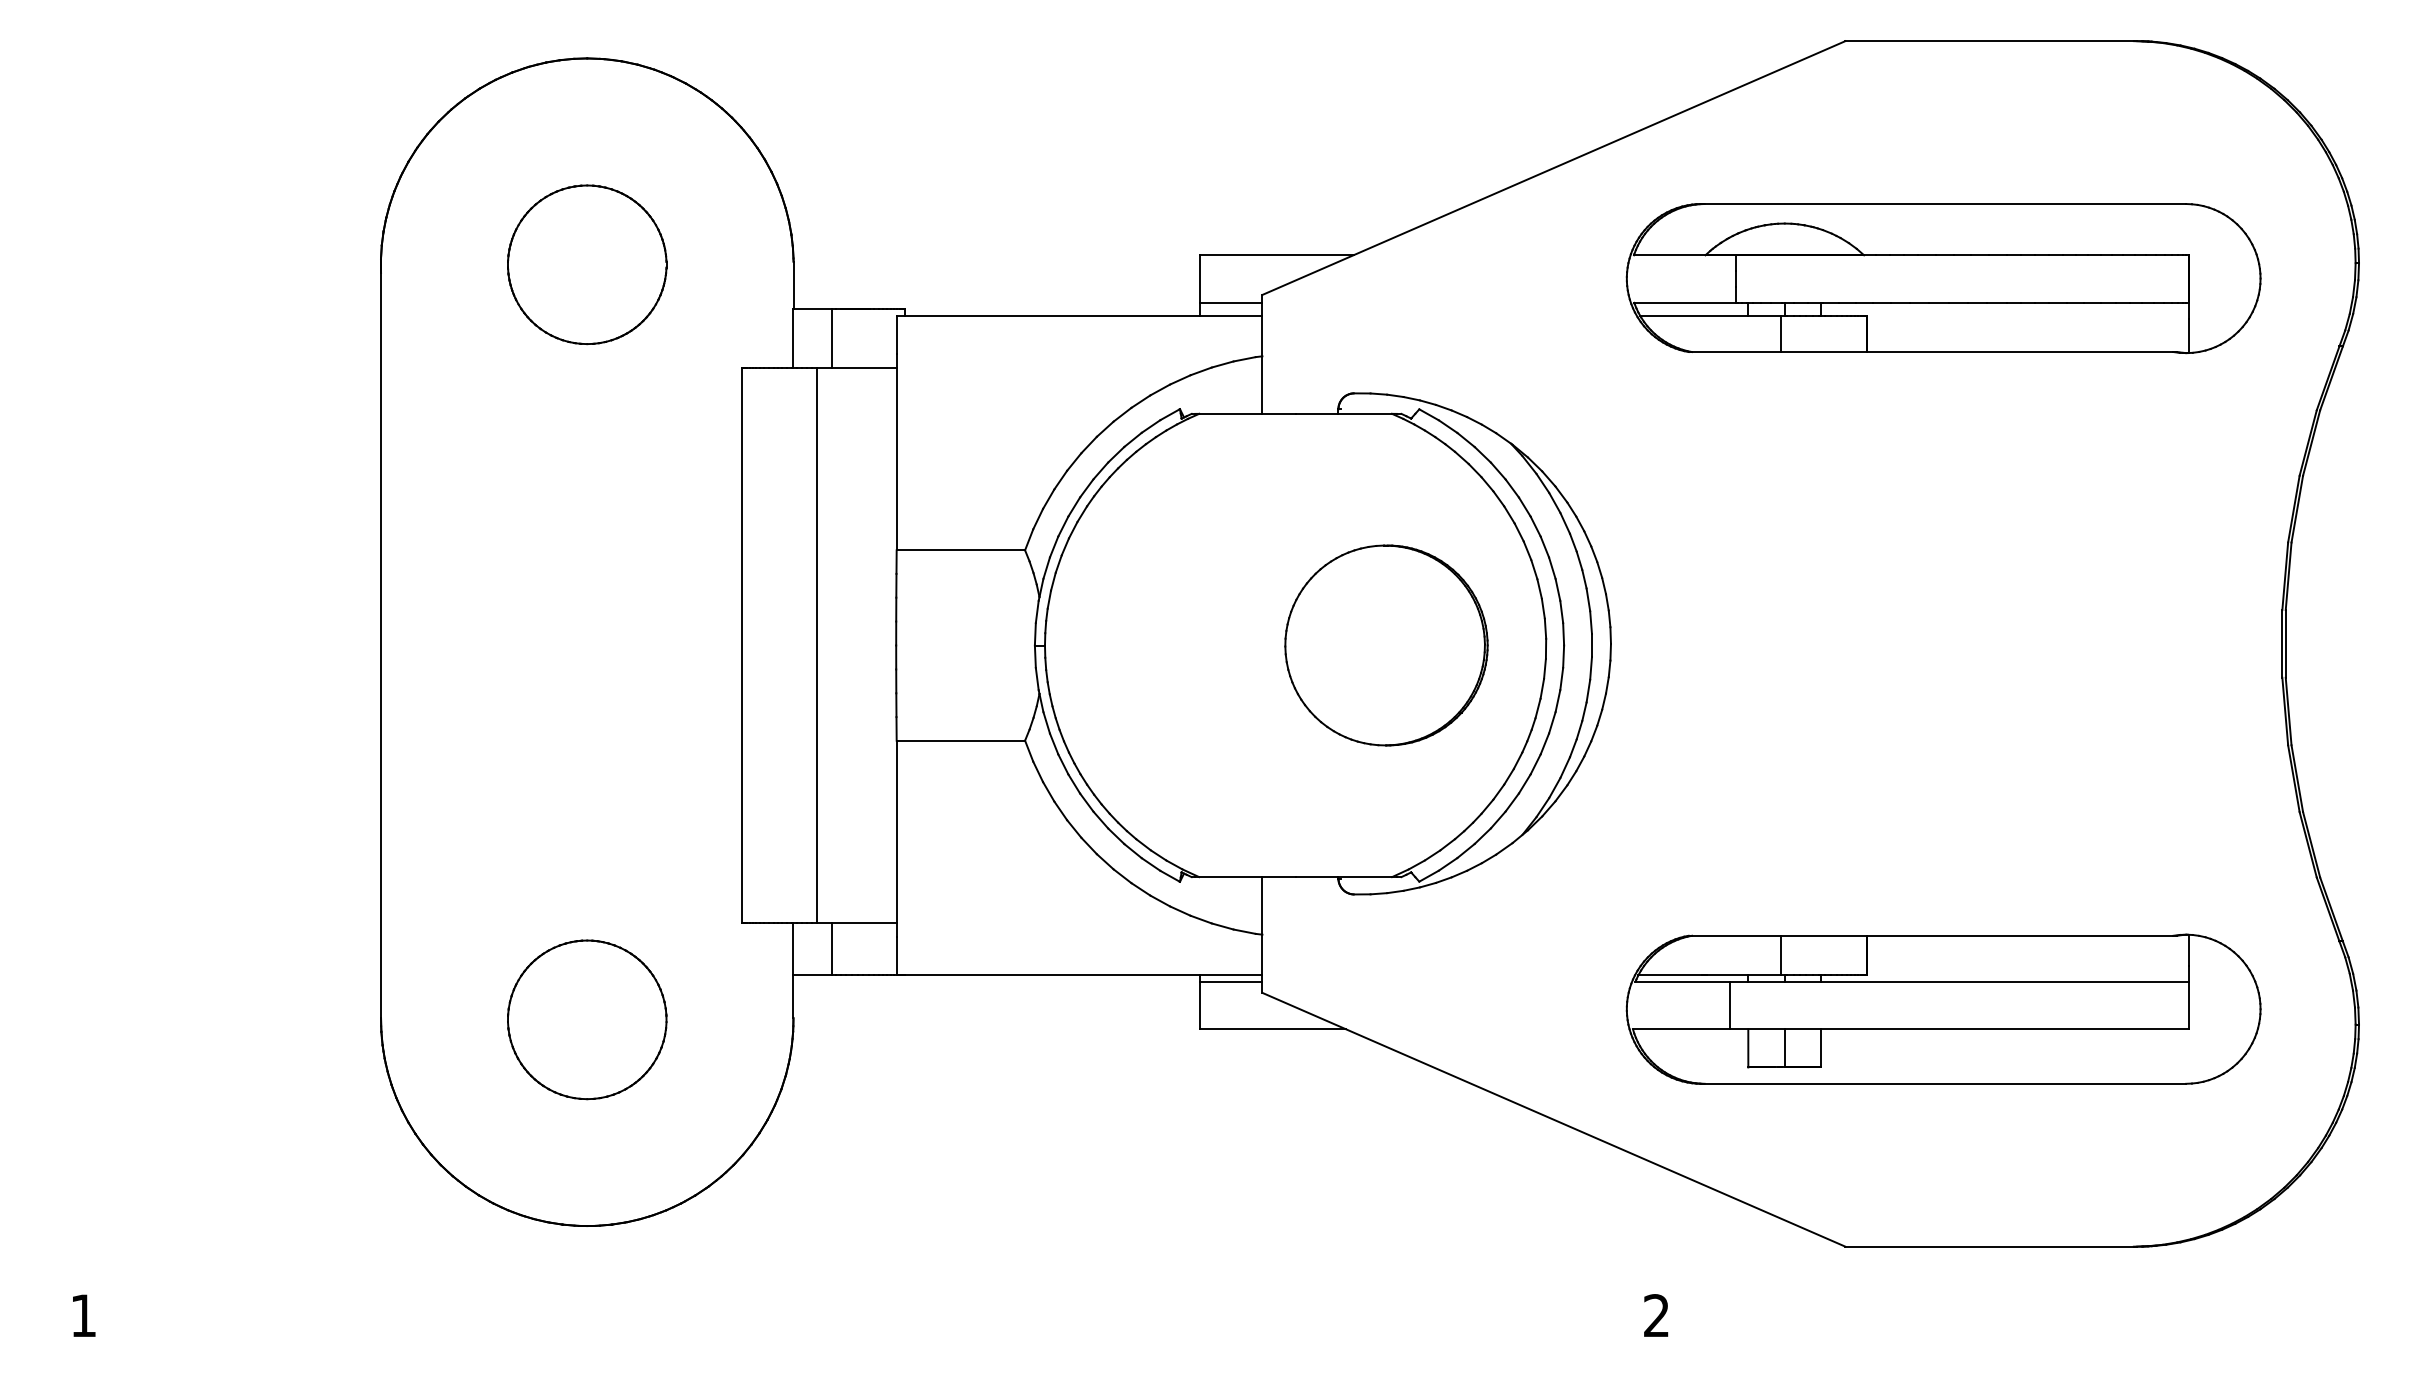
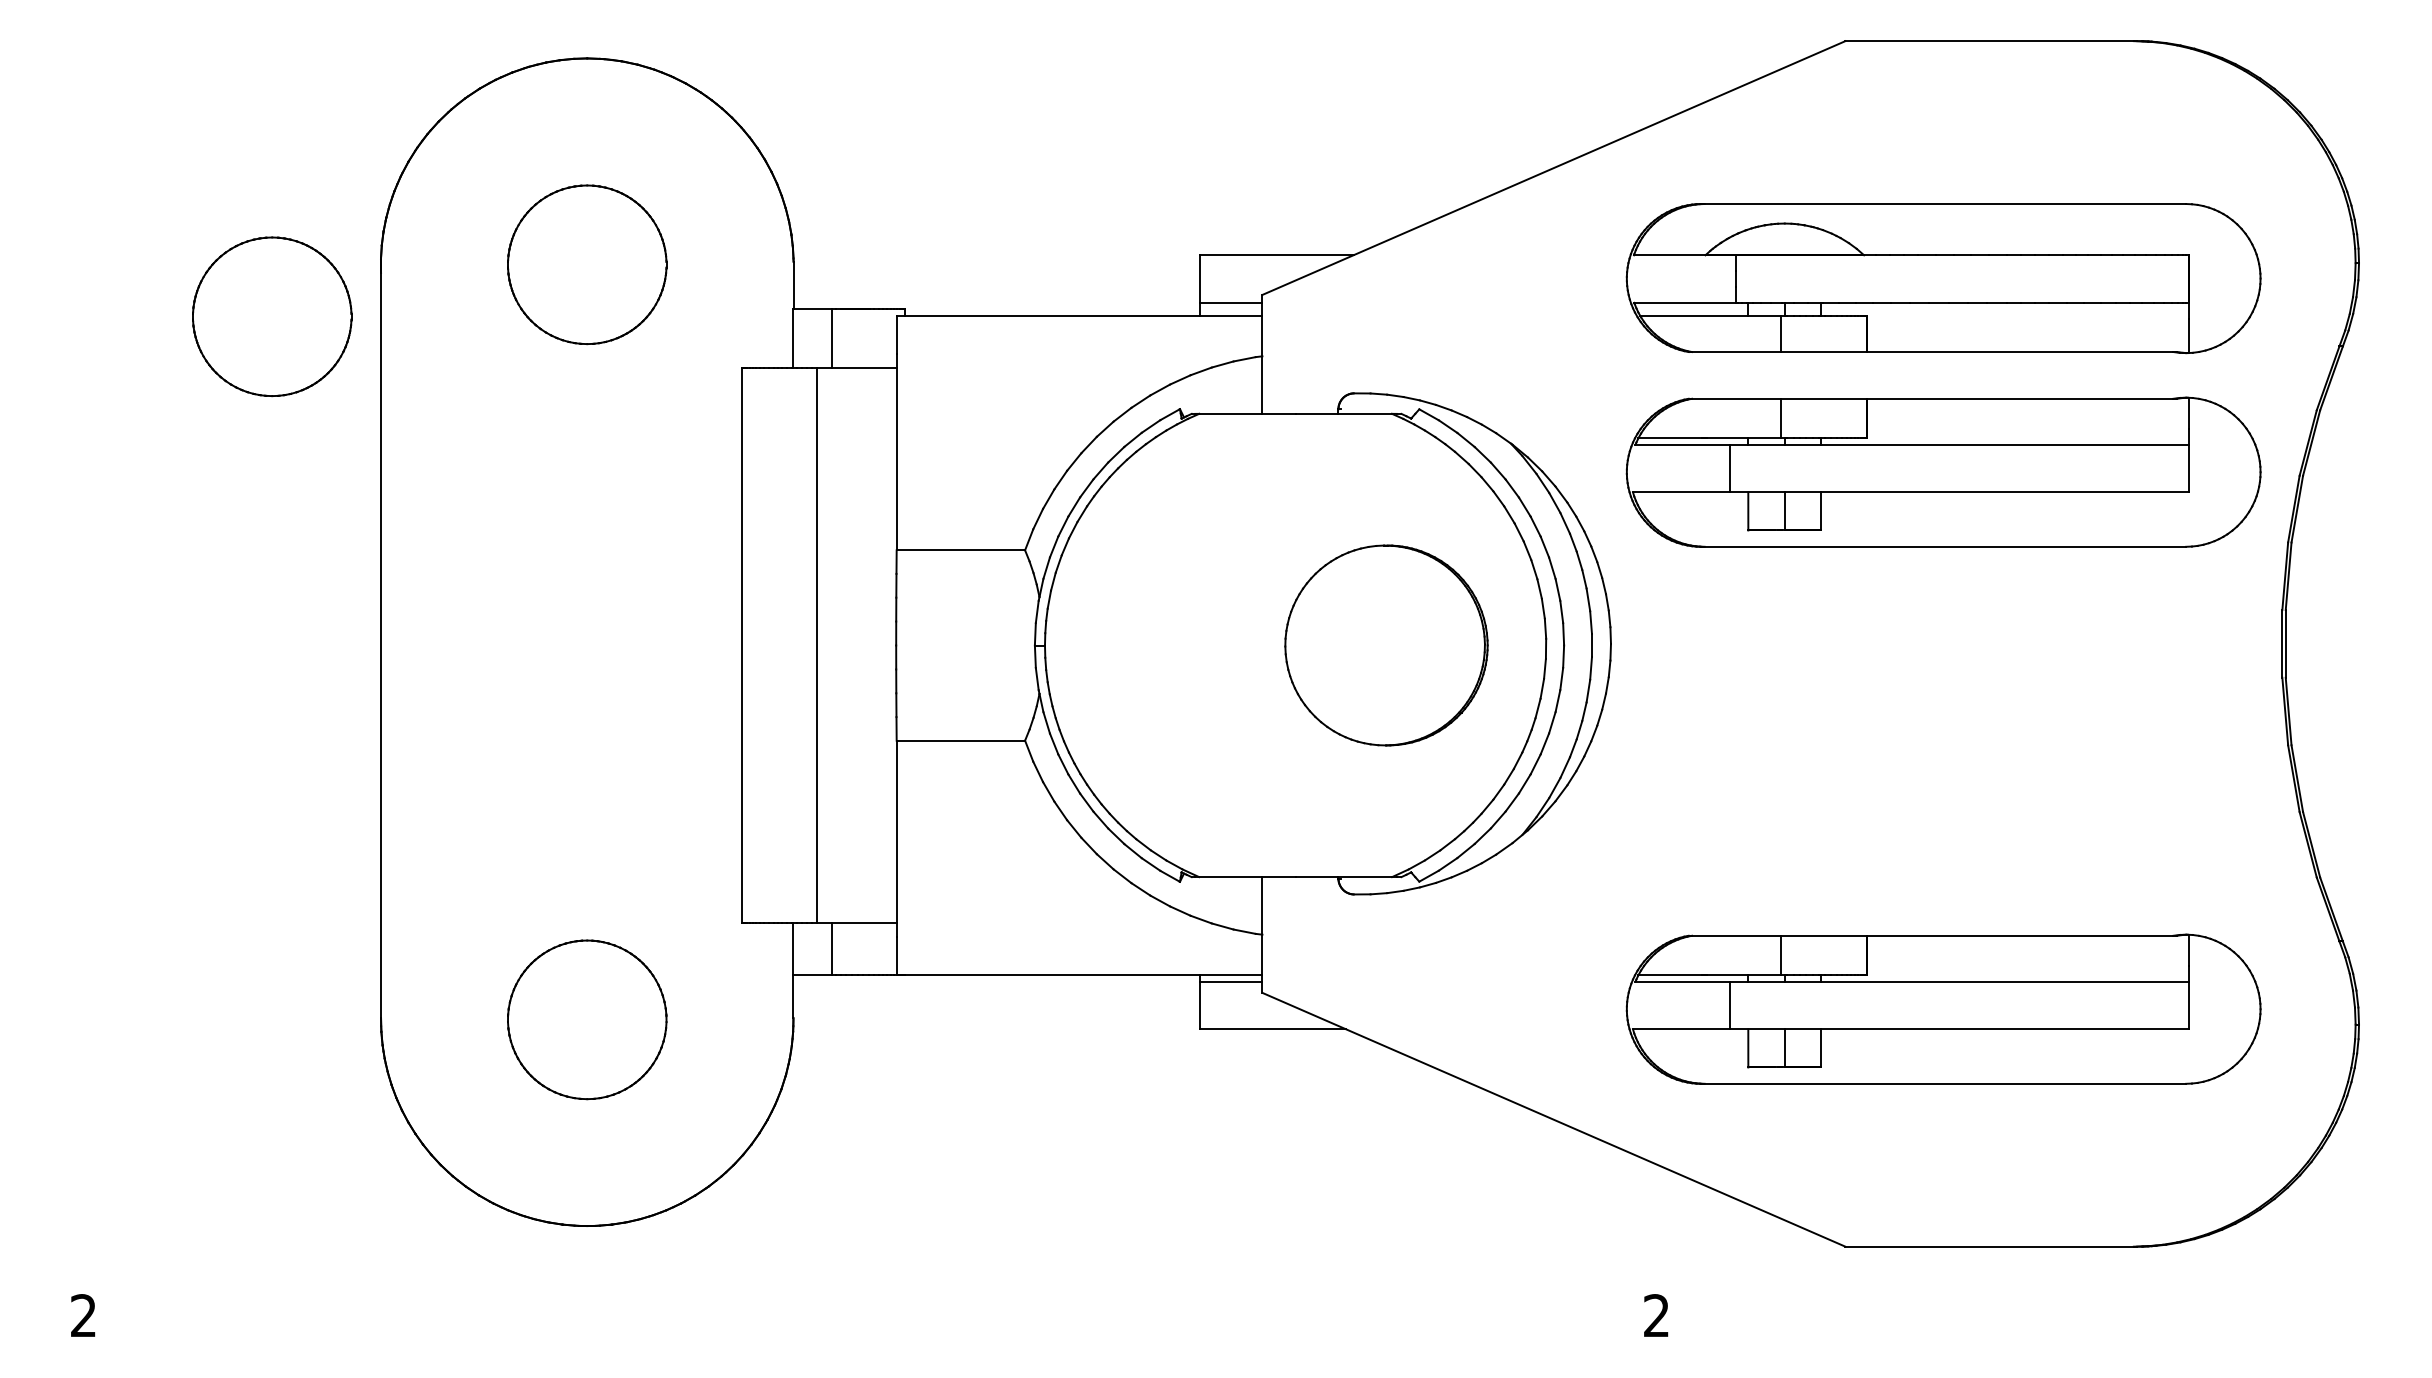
part at (272, 316): none -> present
part at (1943, 471): none -> present
text at (83, 1315): 1 -> 2
